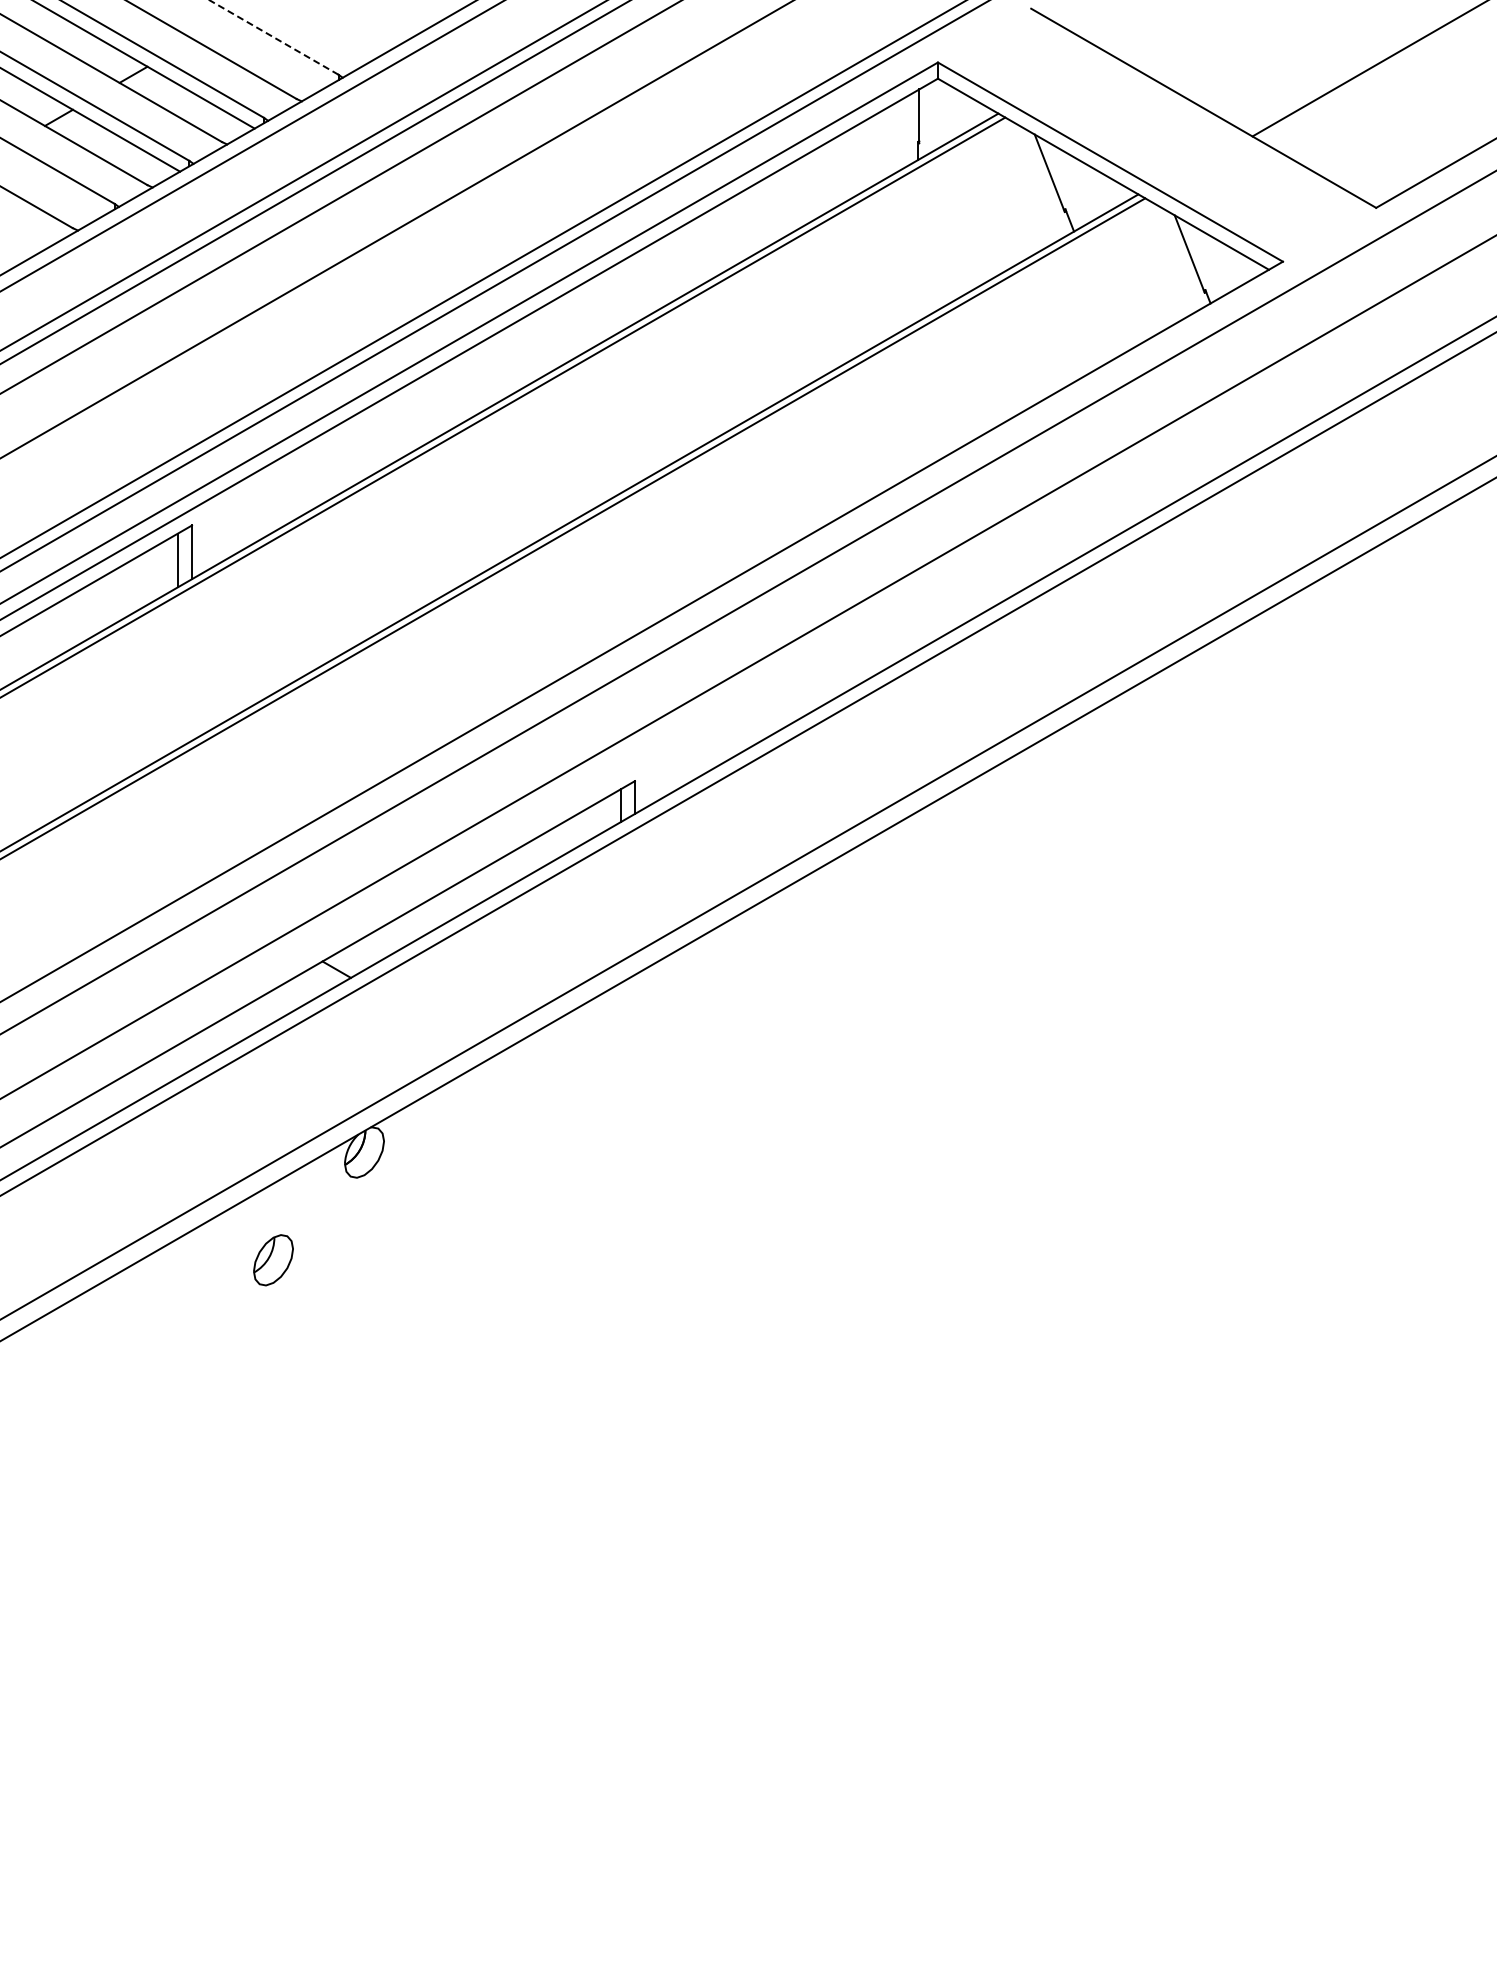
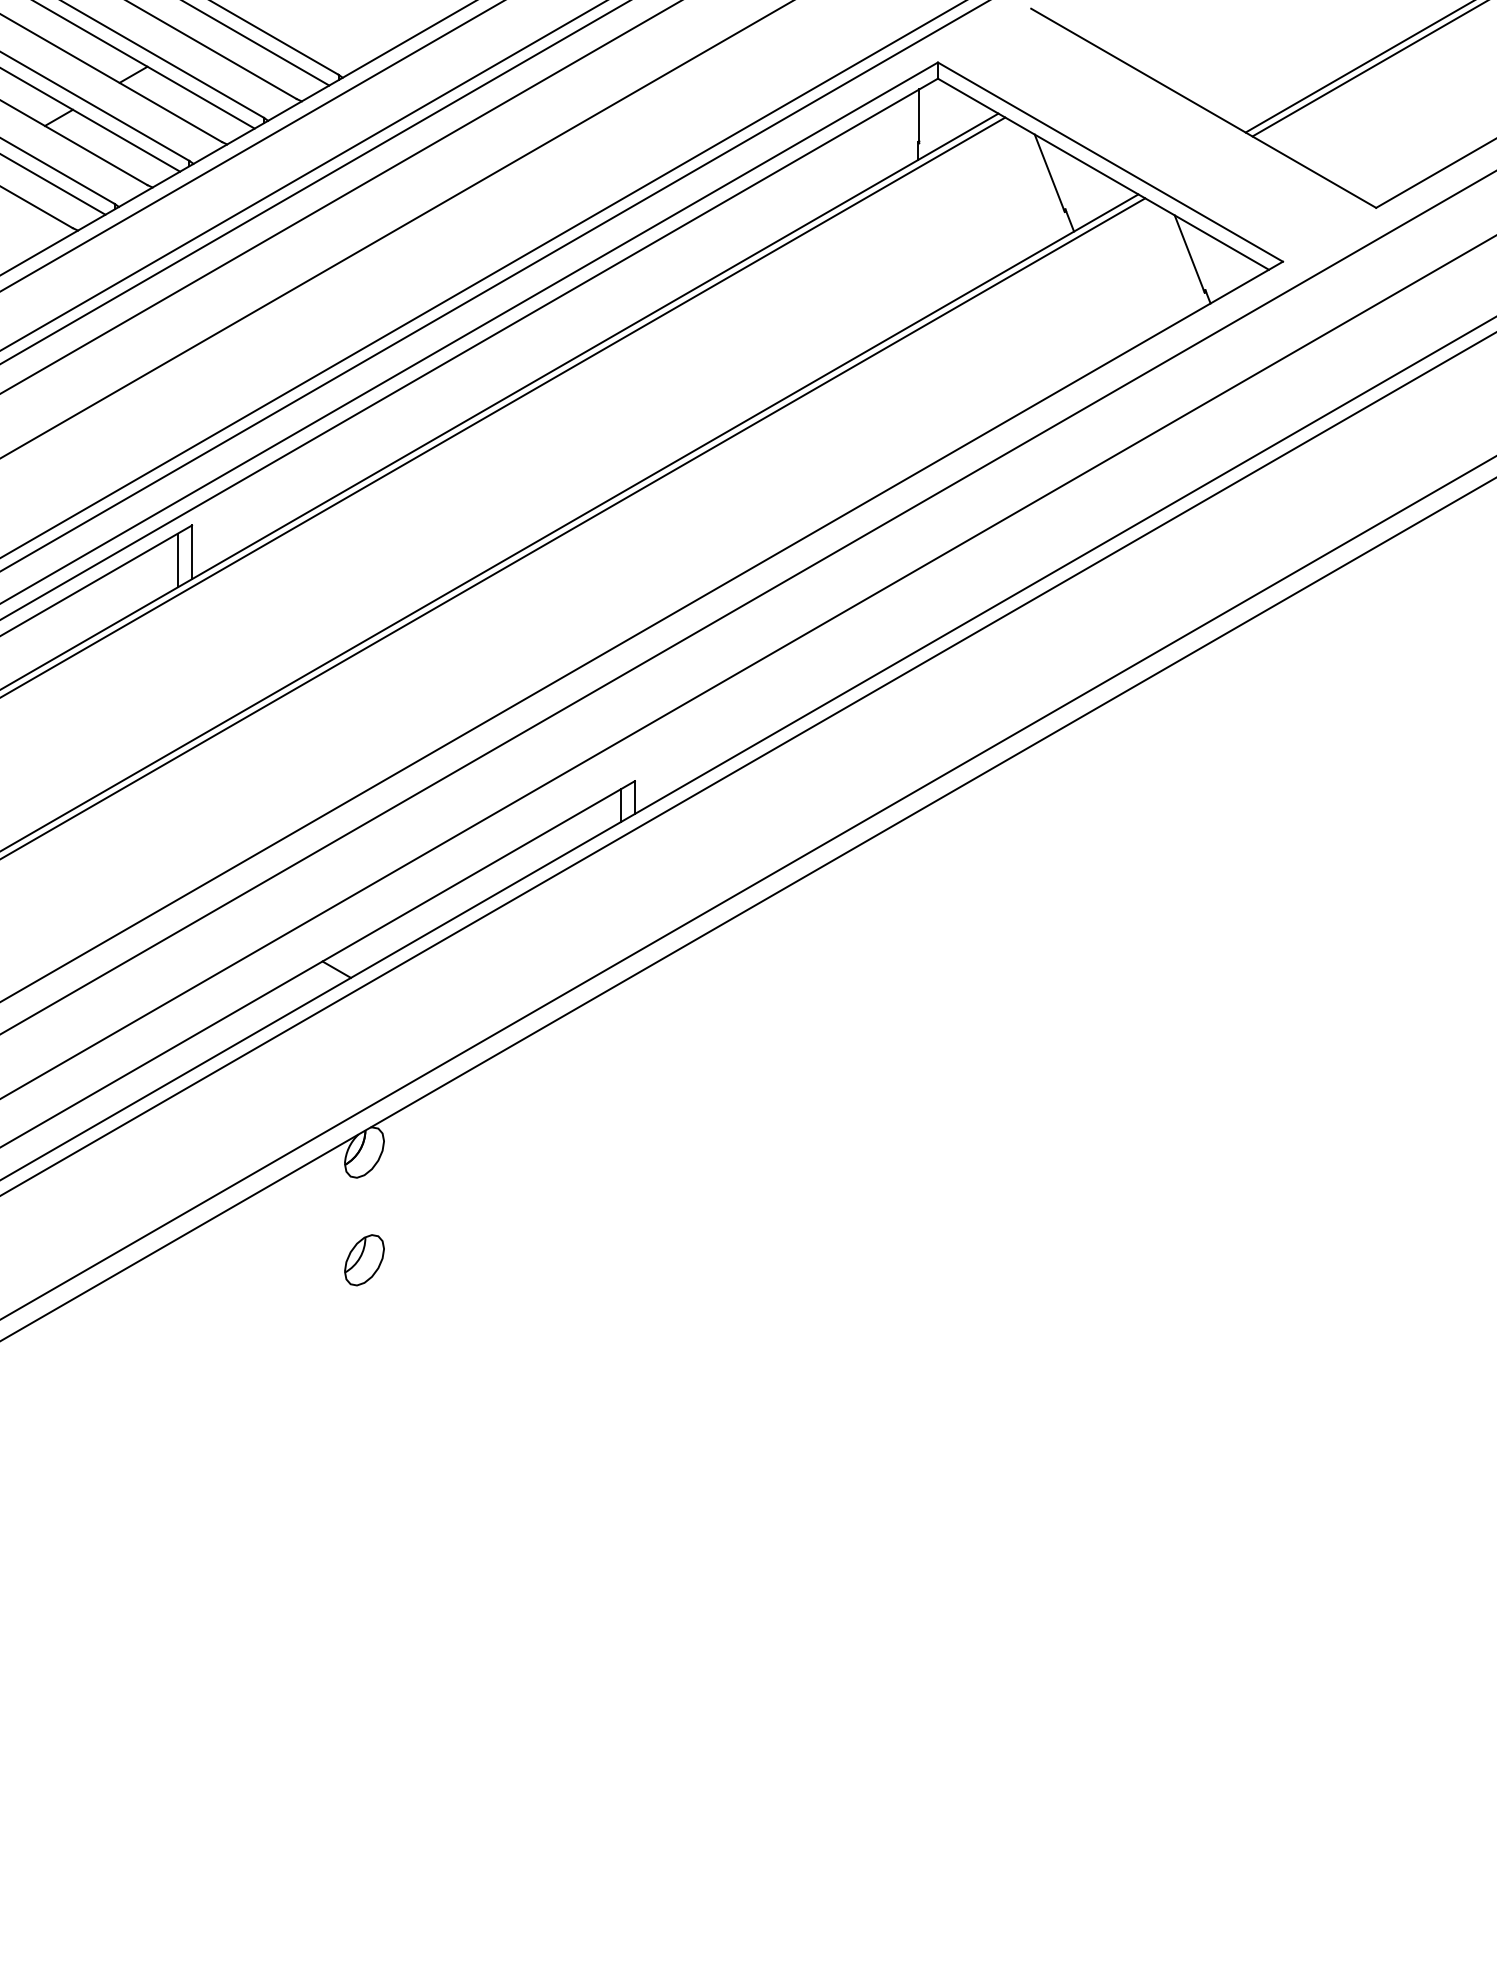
line at (273, 37): dashed -> solid
line at (257, 43): none -> present
line at (1358, 67): none -> present
line at (53, 184): none -> present
part at (273, 1260) position: (273, 1260) -> (364, 1260)
